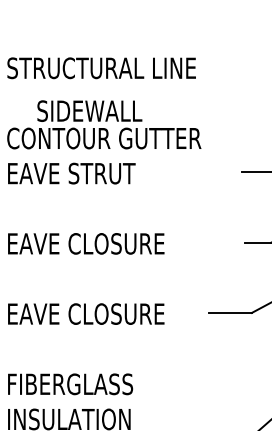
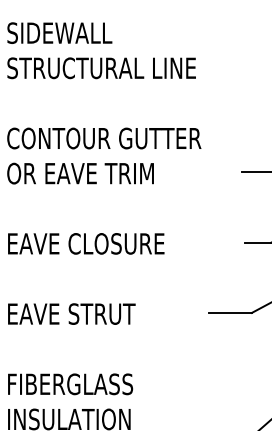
text at (89, 110) position: (89, 110) -> (59, 32)
text at (80, 173): EAVE STRUT -> OR EAVE TRIM
text at (116, 313): EAVE CLOSURE -> EAVE STRUT
